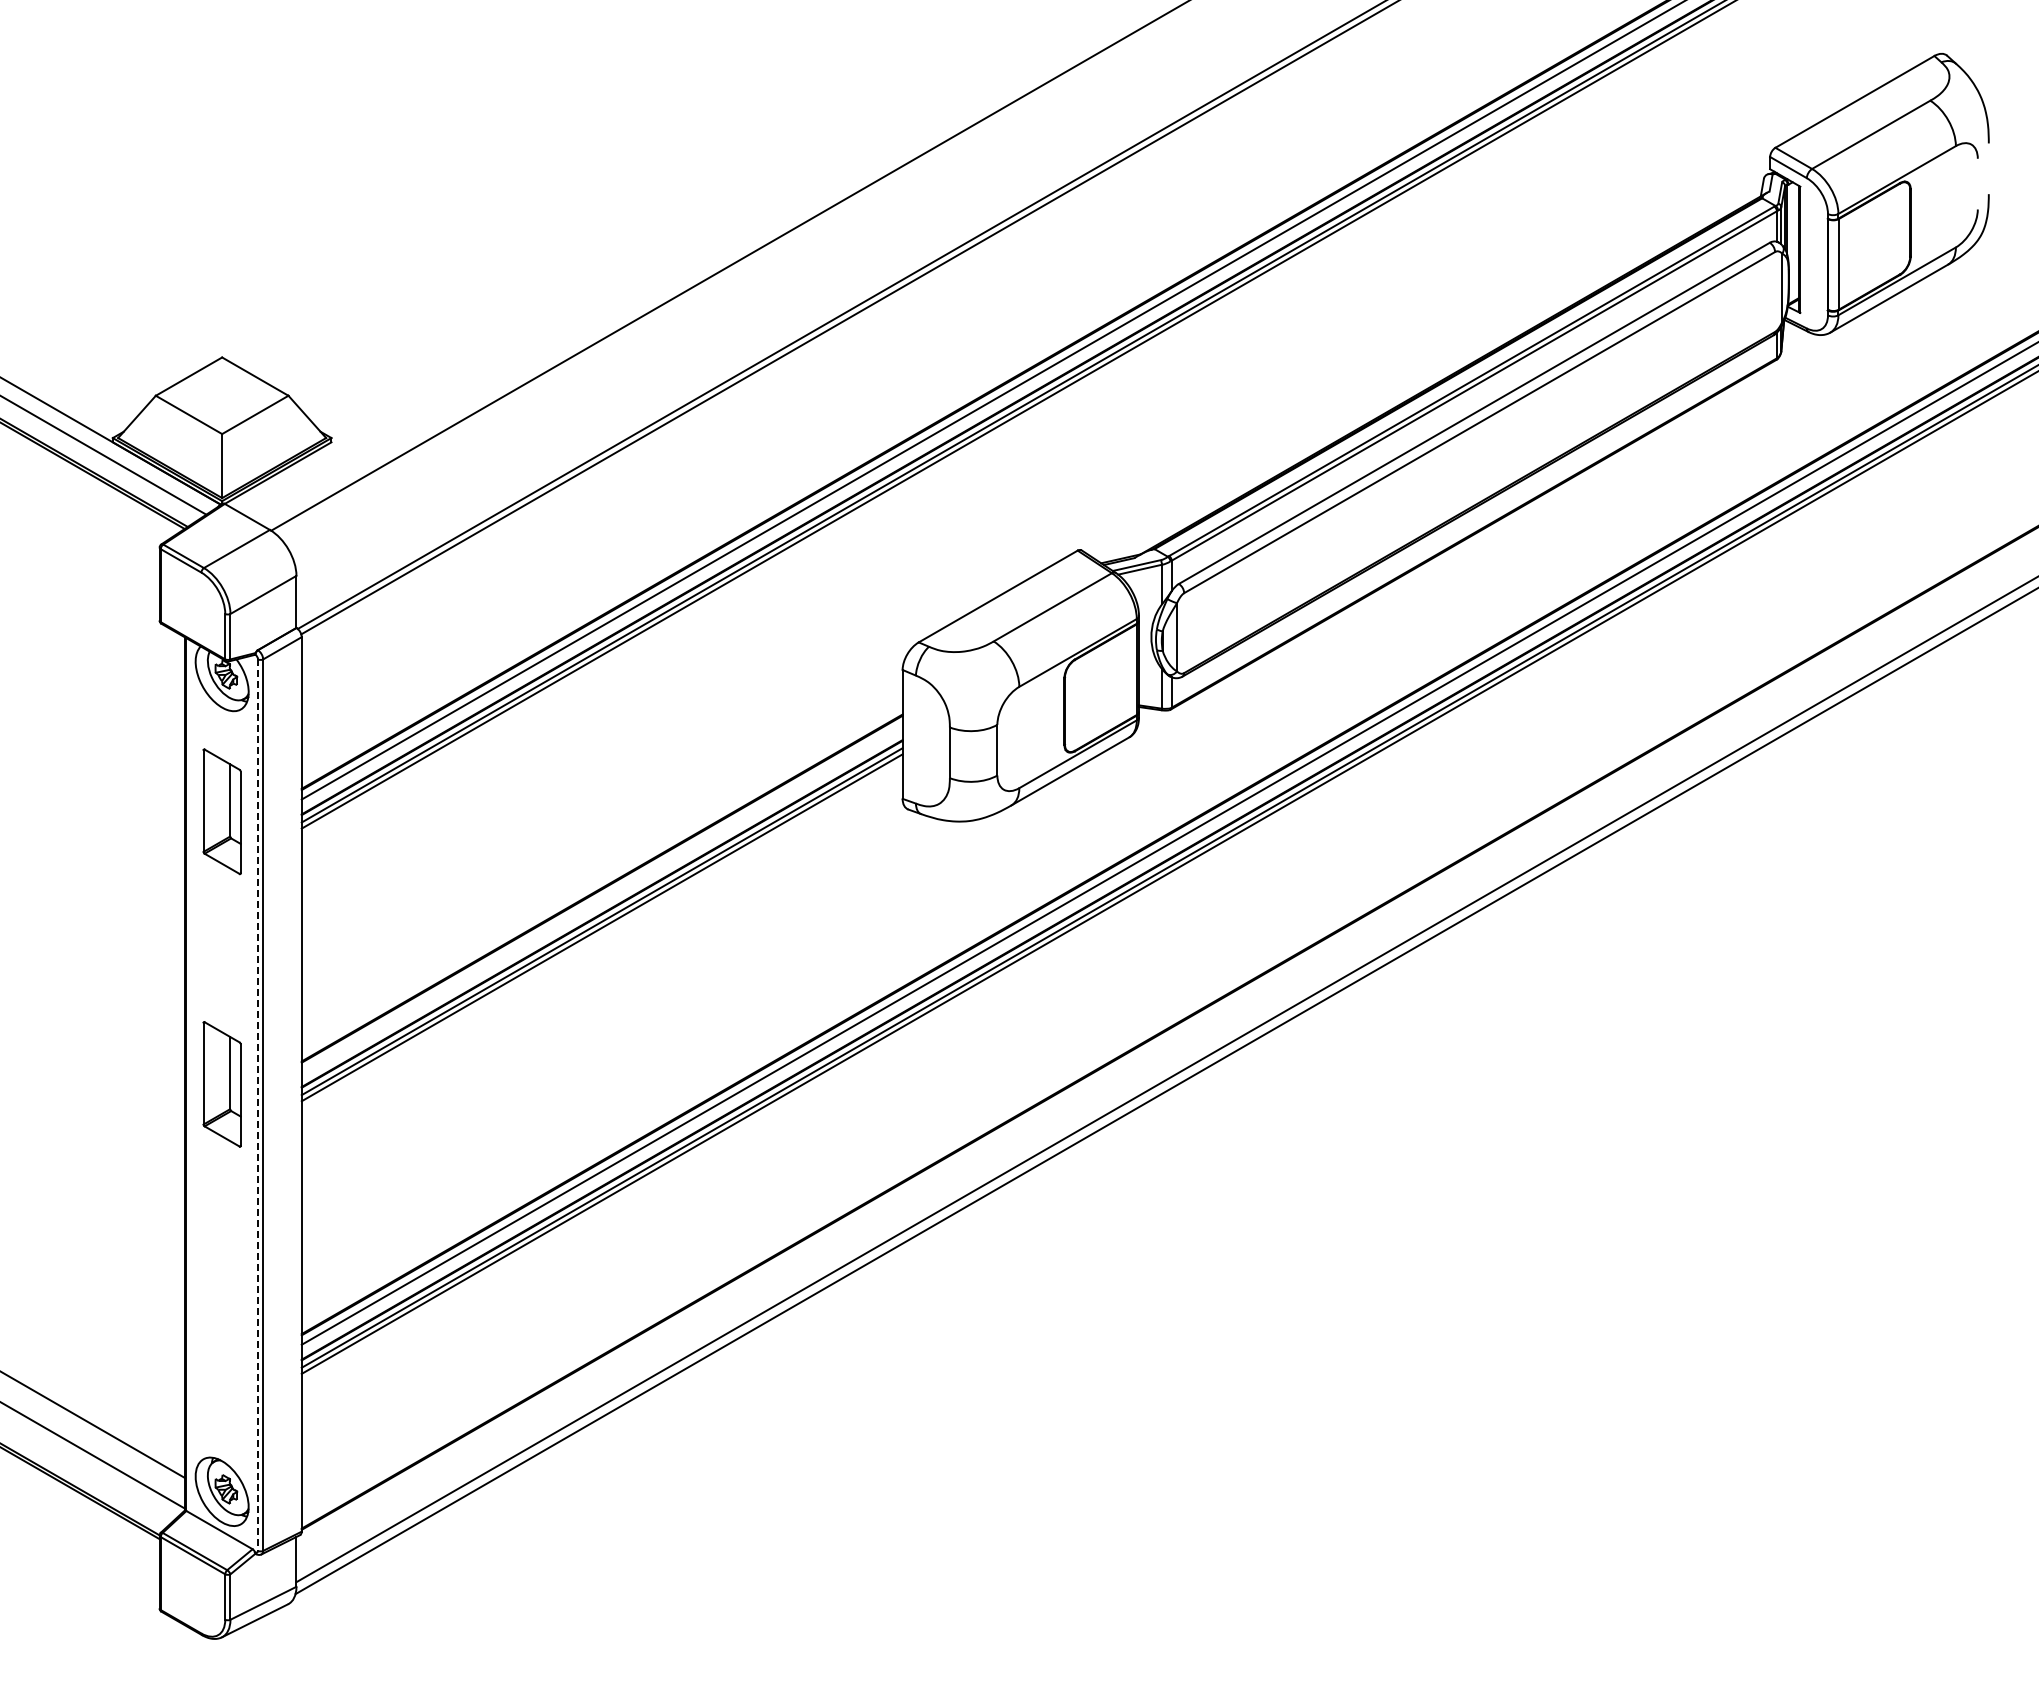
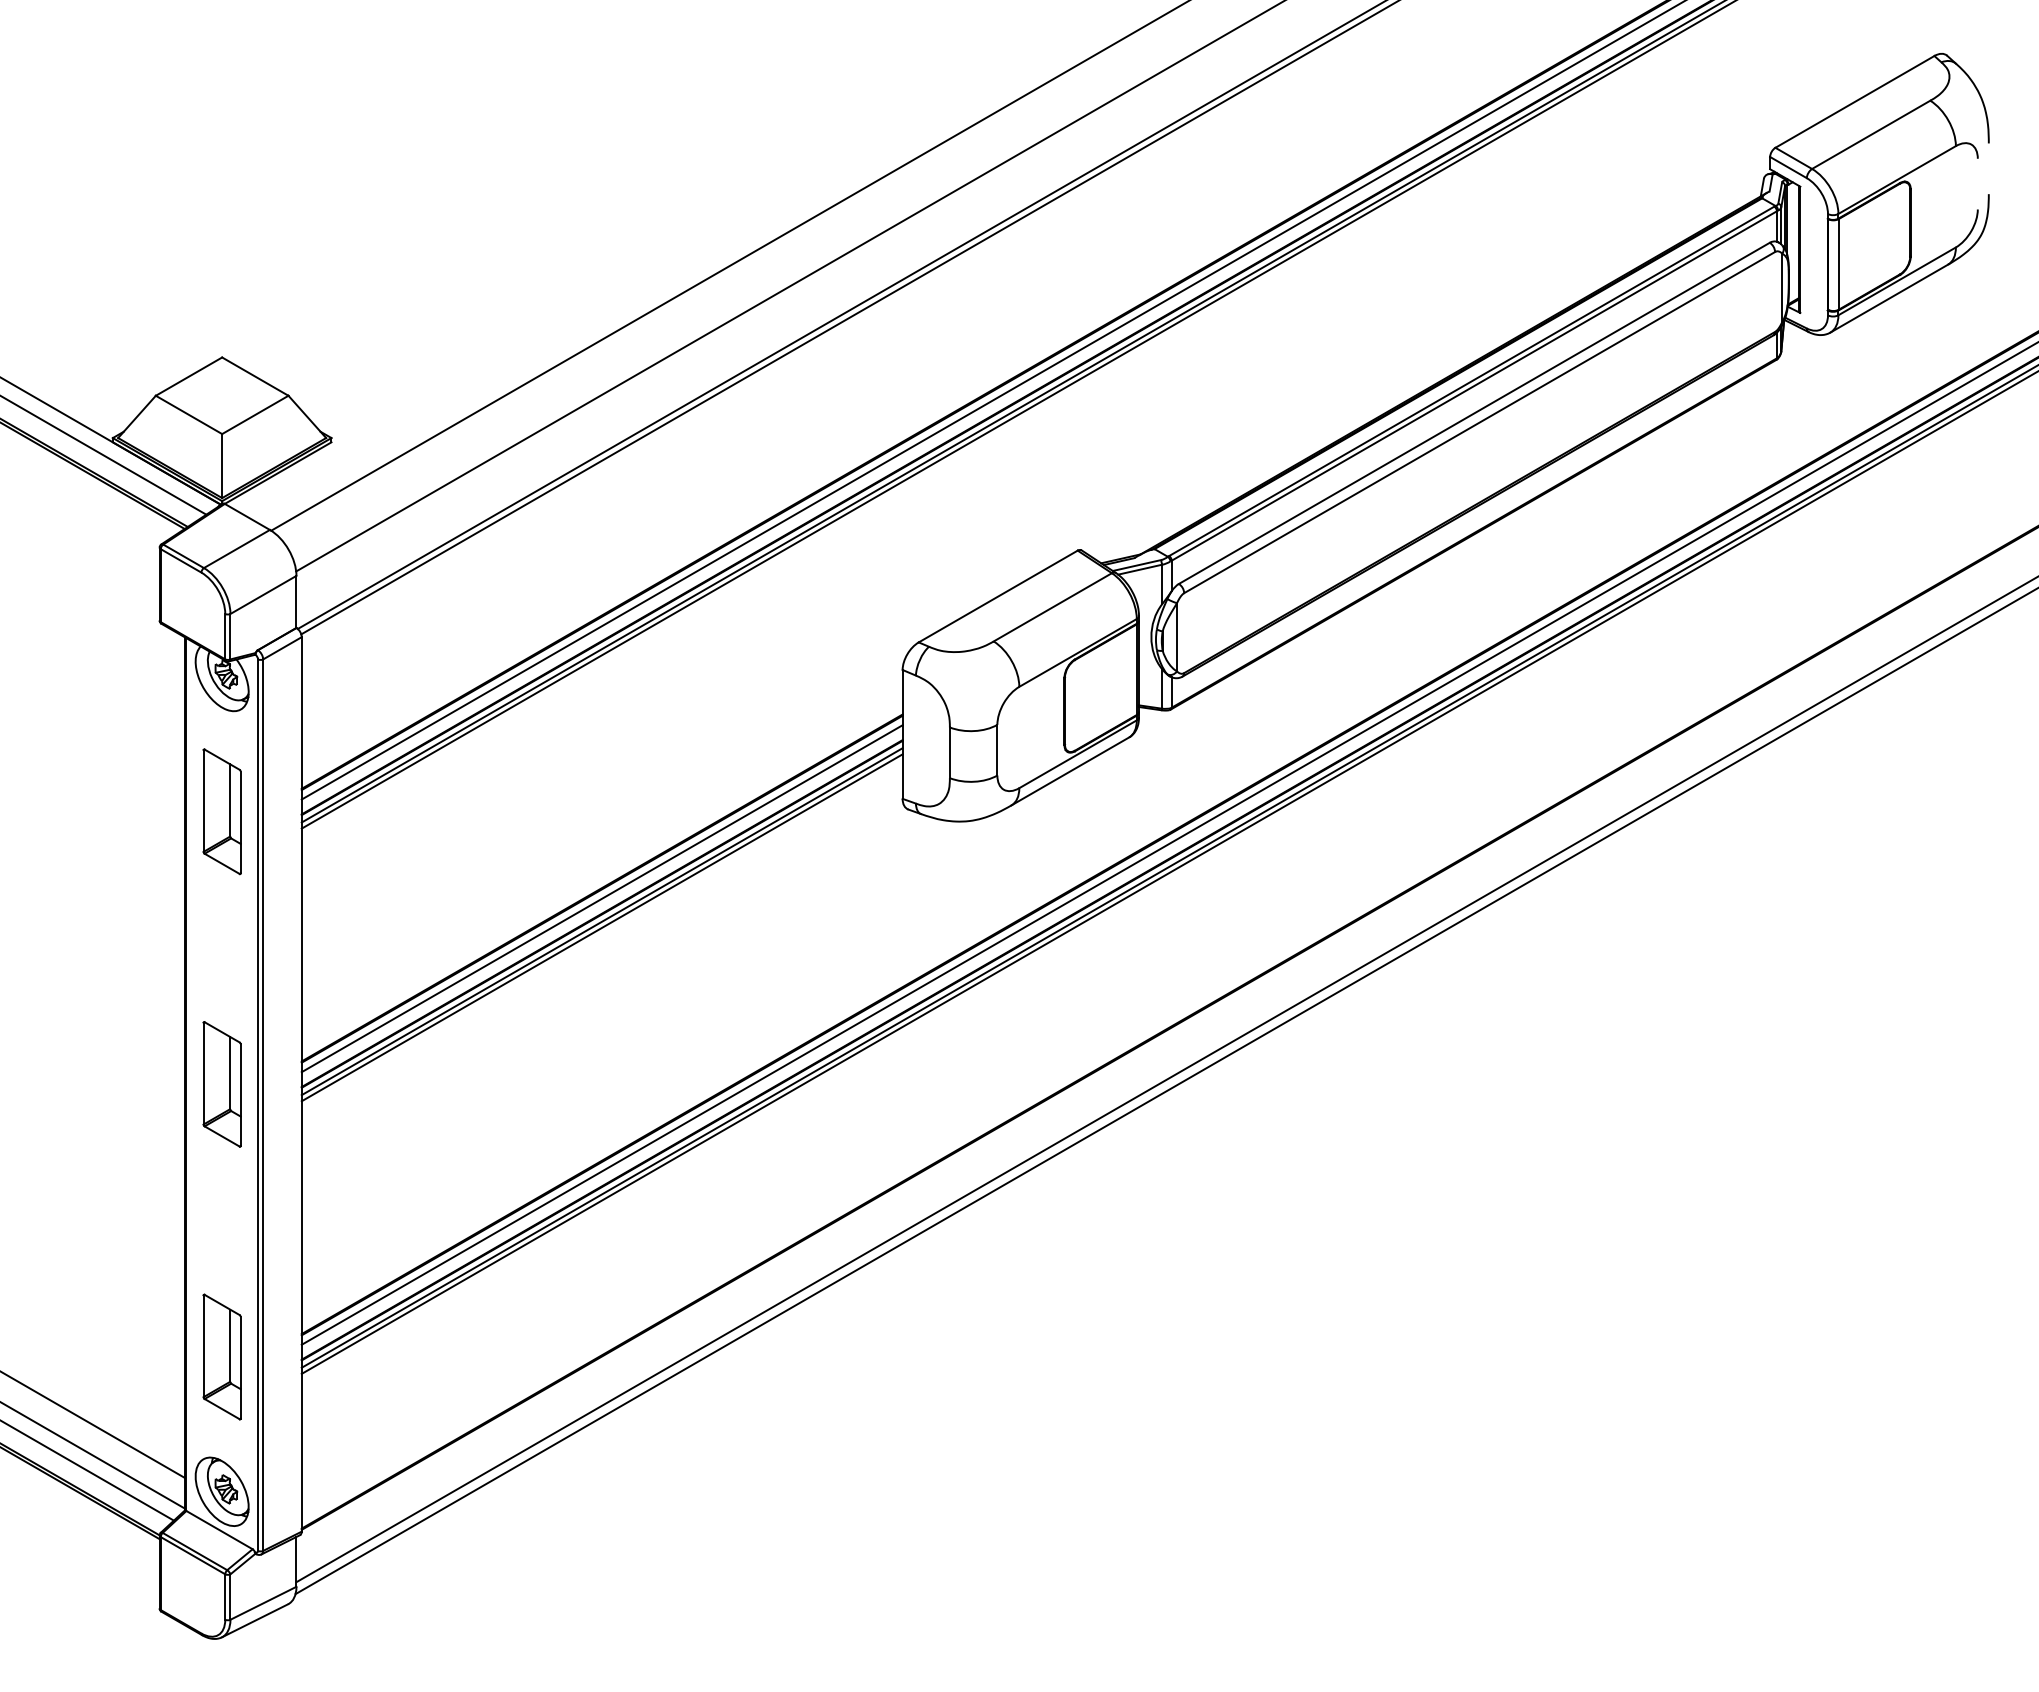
line at (788, 286): none -> present
line at (601, 898): none -> present
line at (258, 1105): dashed -> solid
part at (221, 1356): none -> present
line at (87, 1470): none -> present
